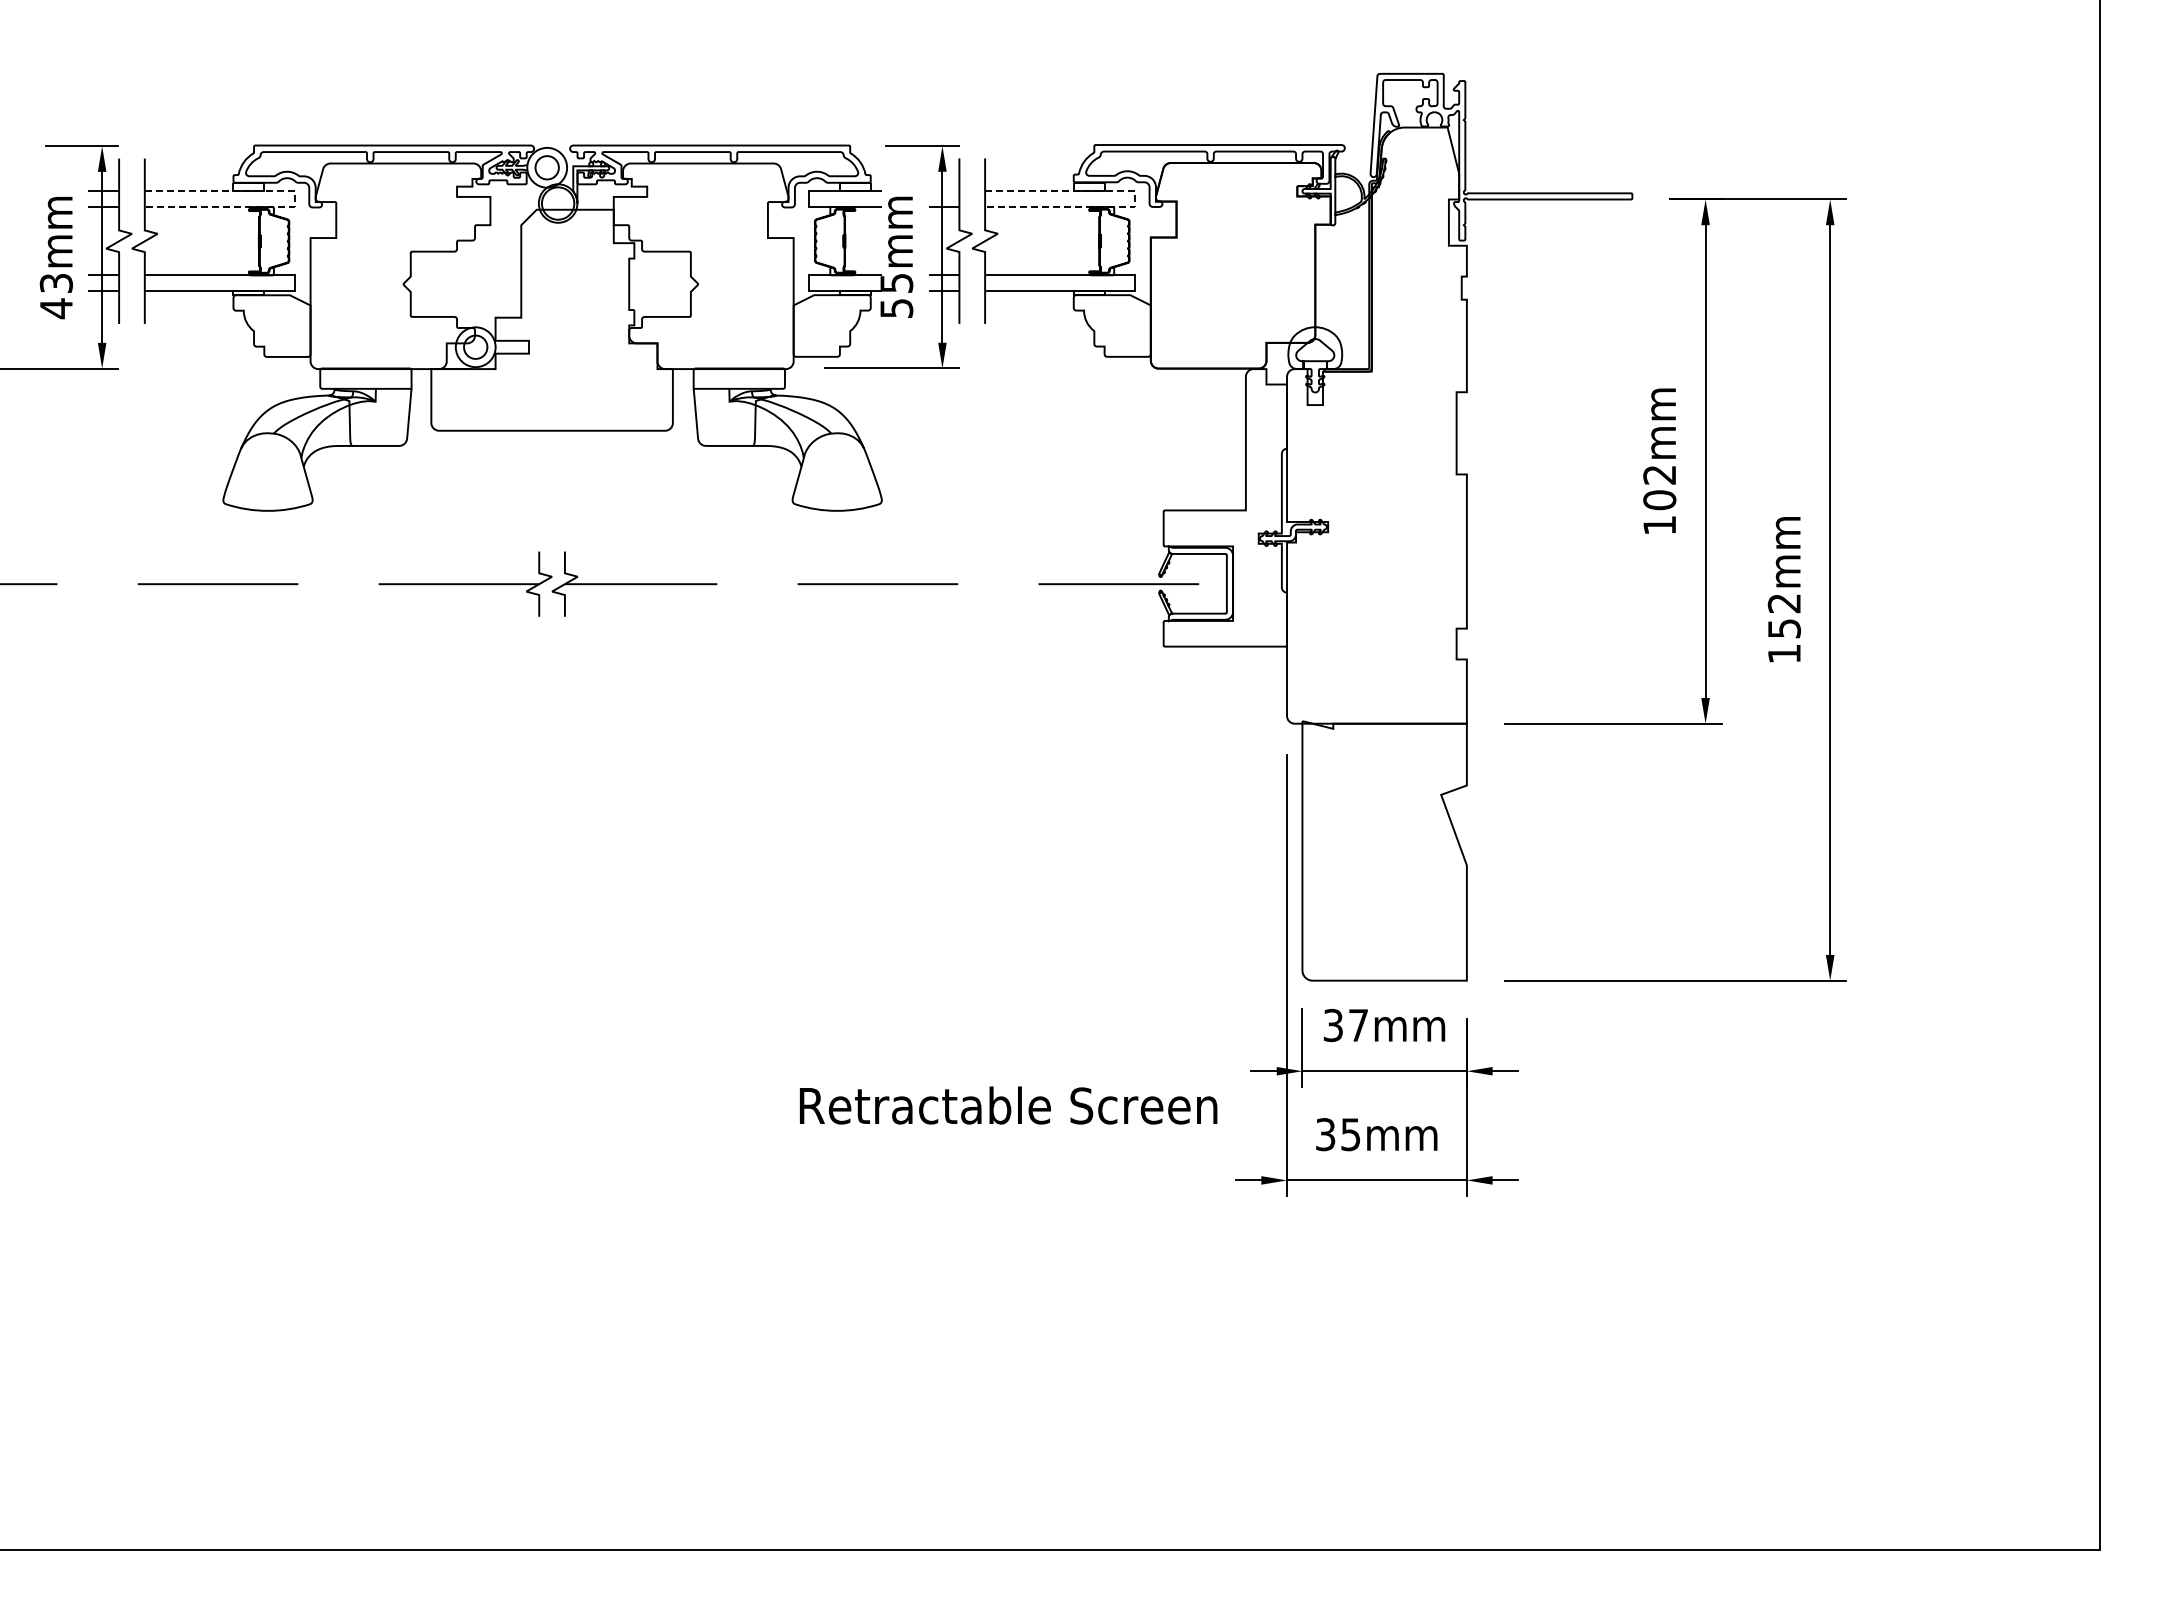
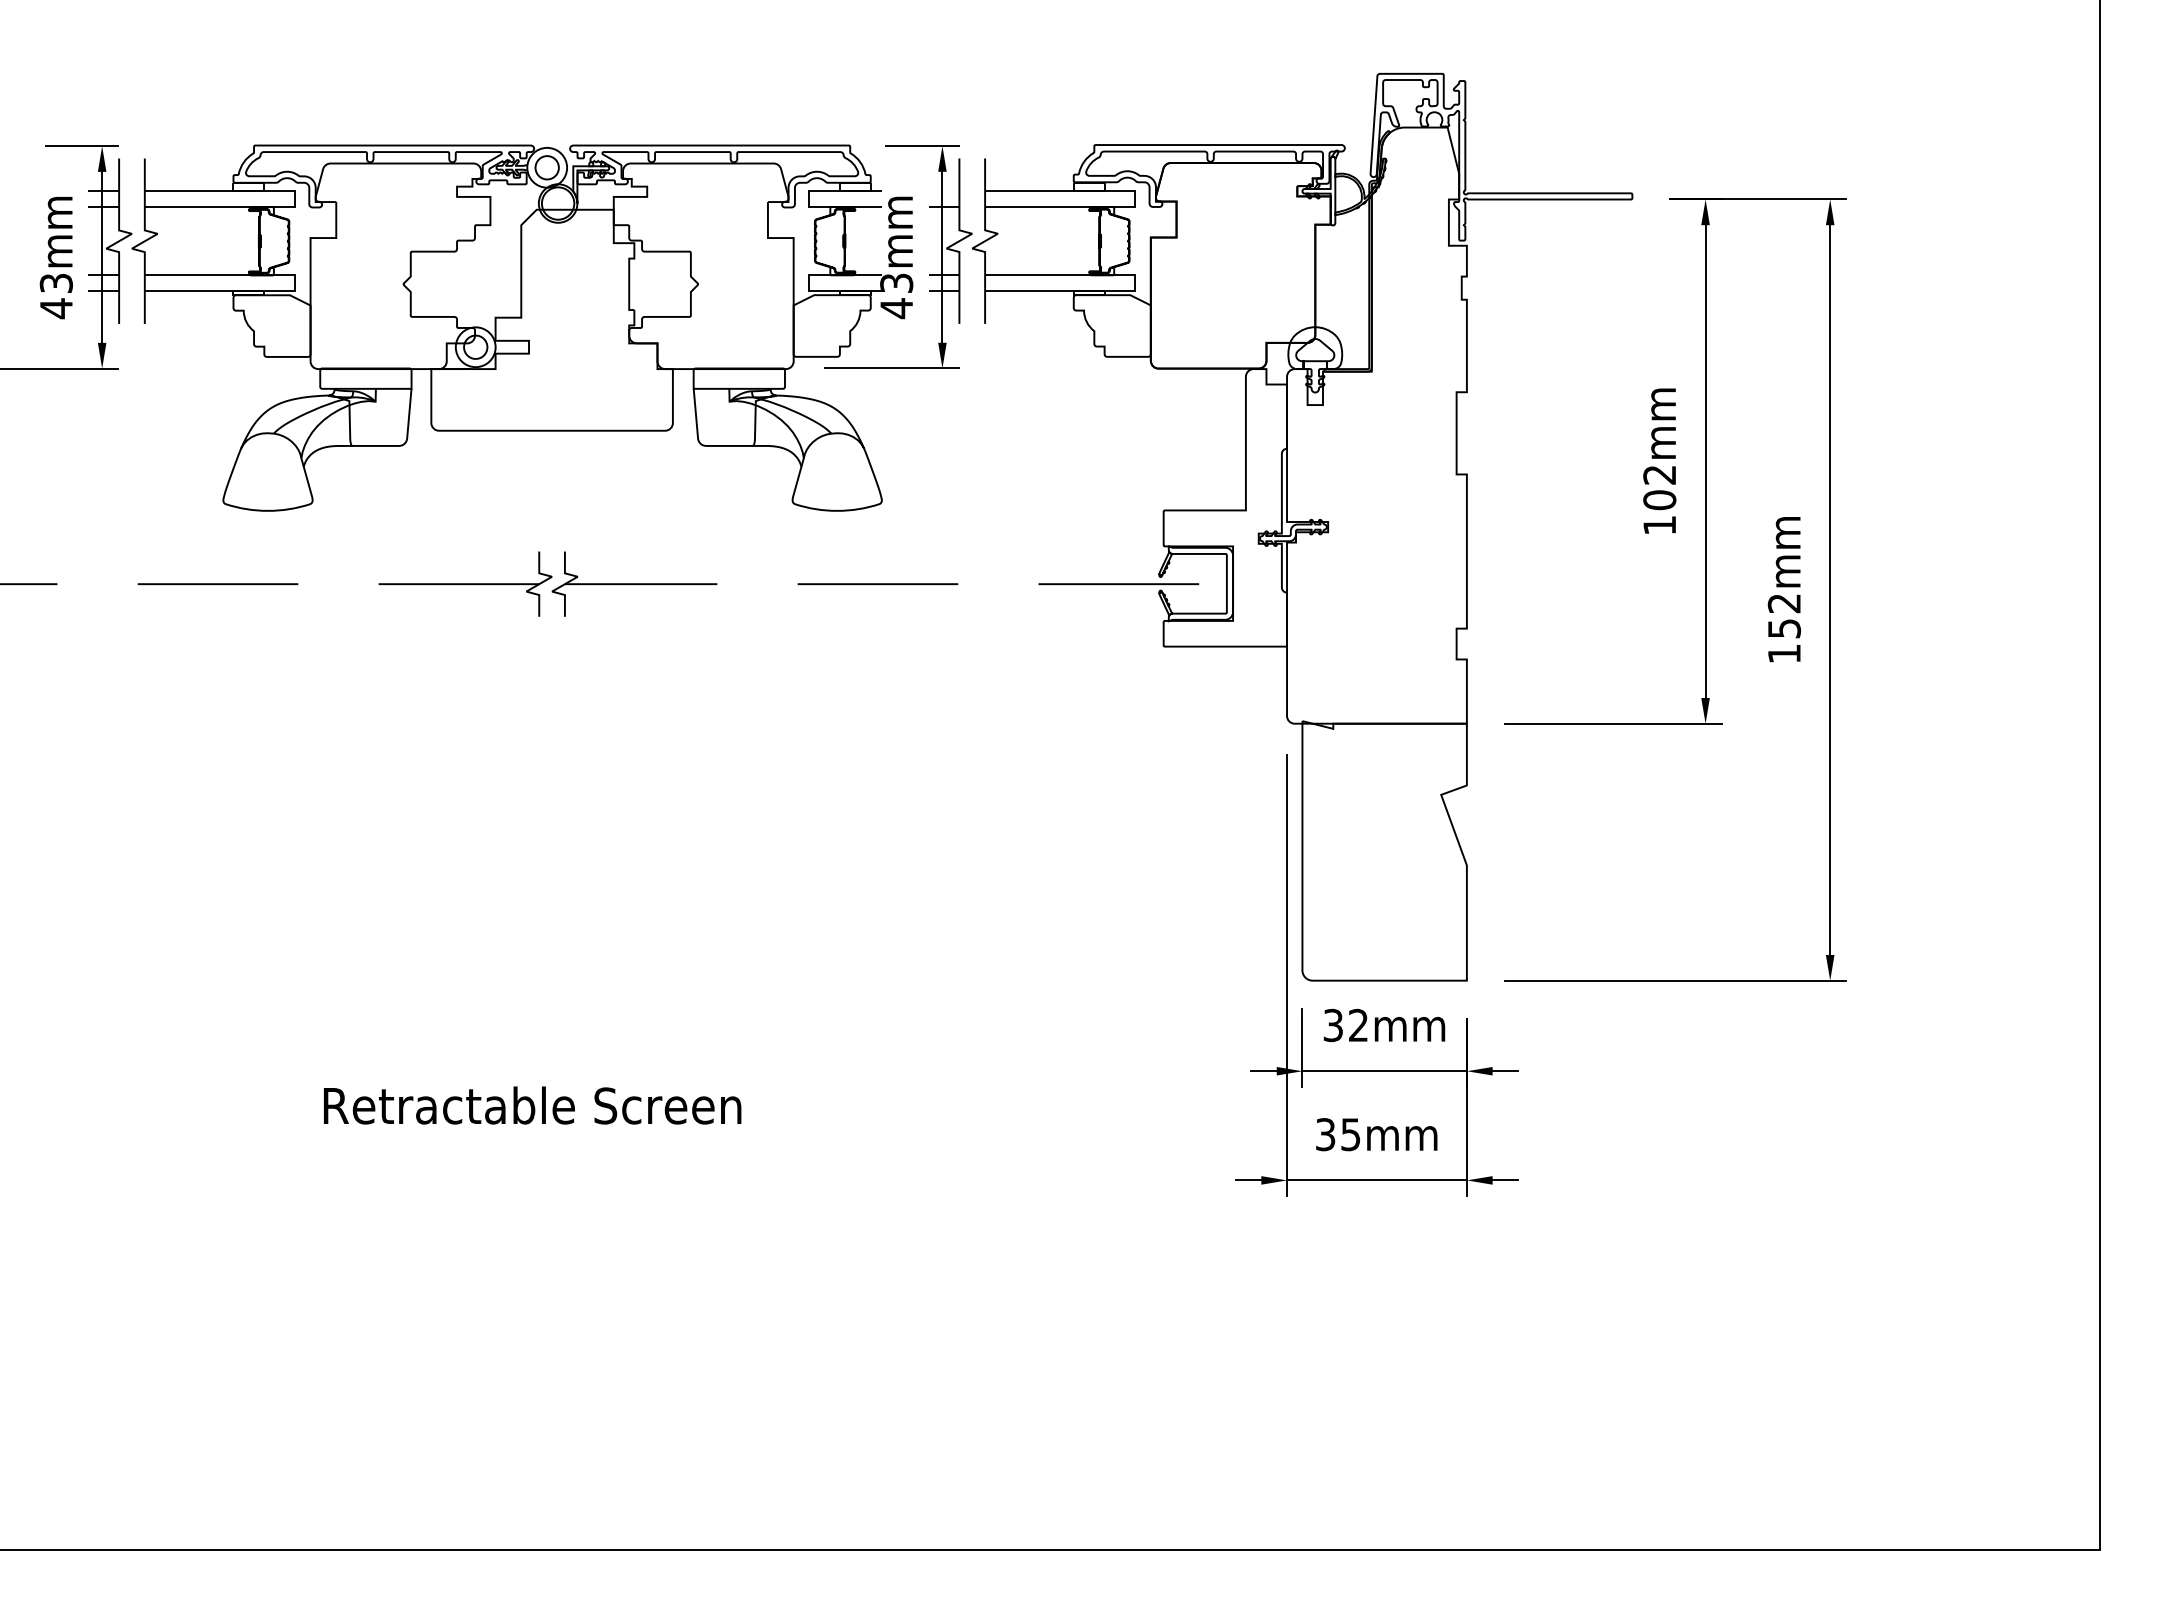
line at (295, 199): dashed -> solid
line at (1135, 199): dashed -> solid
text at (896, 296): 55mm -> 43mm
text at (1358, 1024): 37mm -> 32mm
text at (1008, 1105) position: (1008, 1105) -> (532, 1105)
